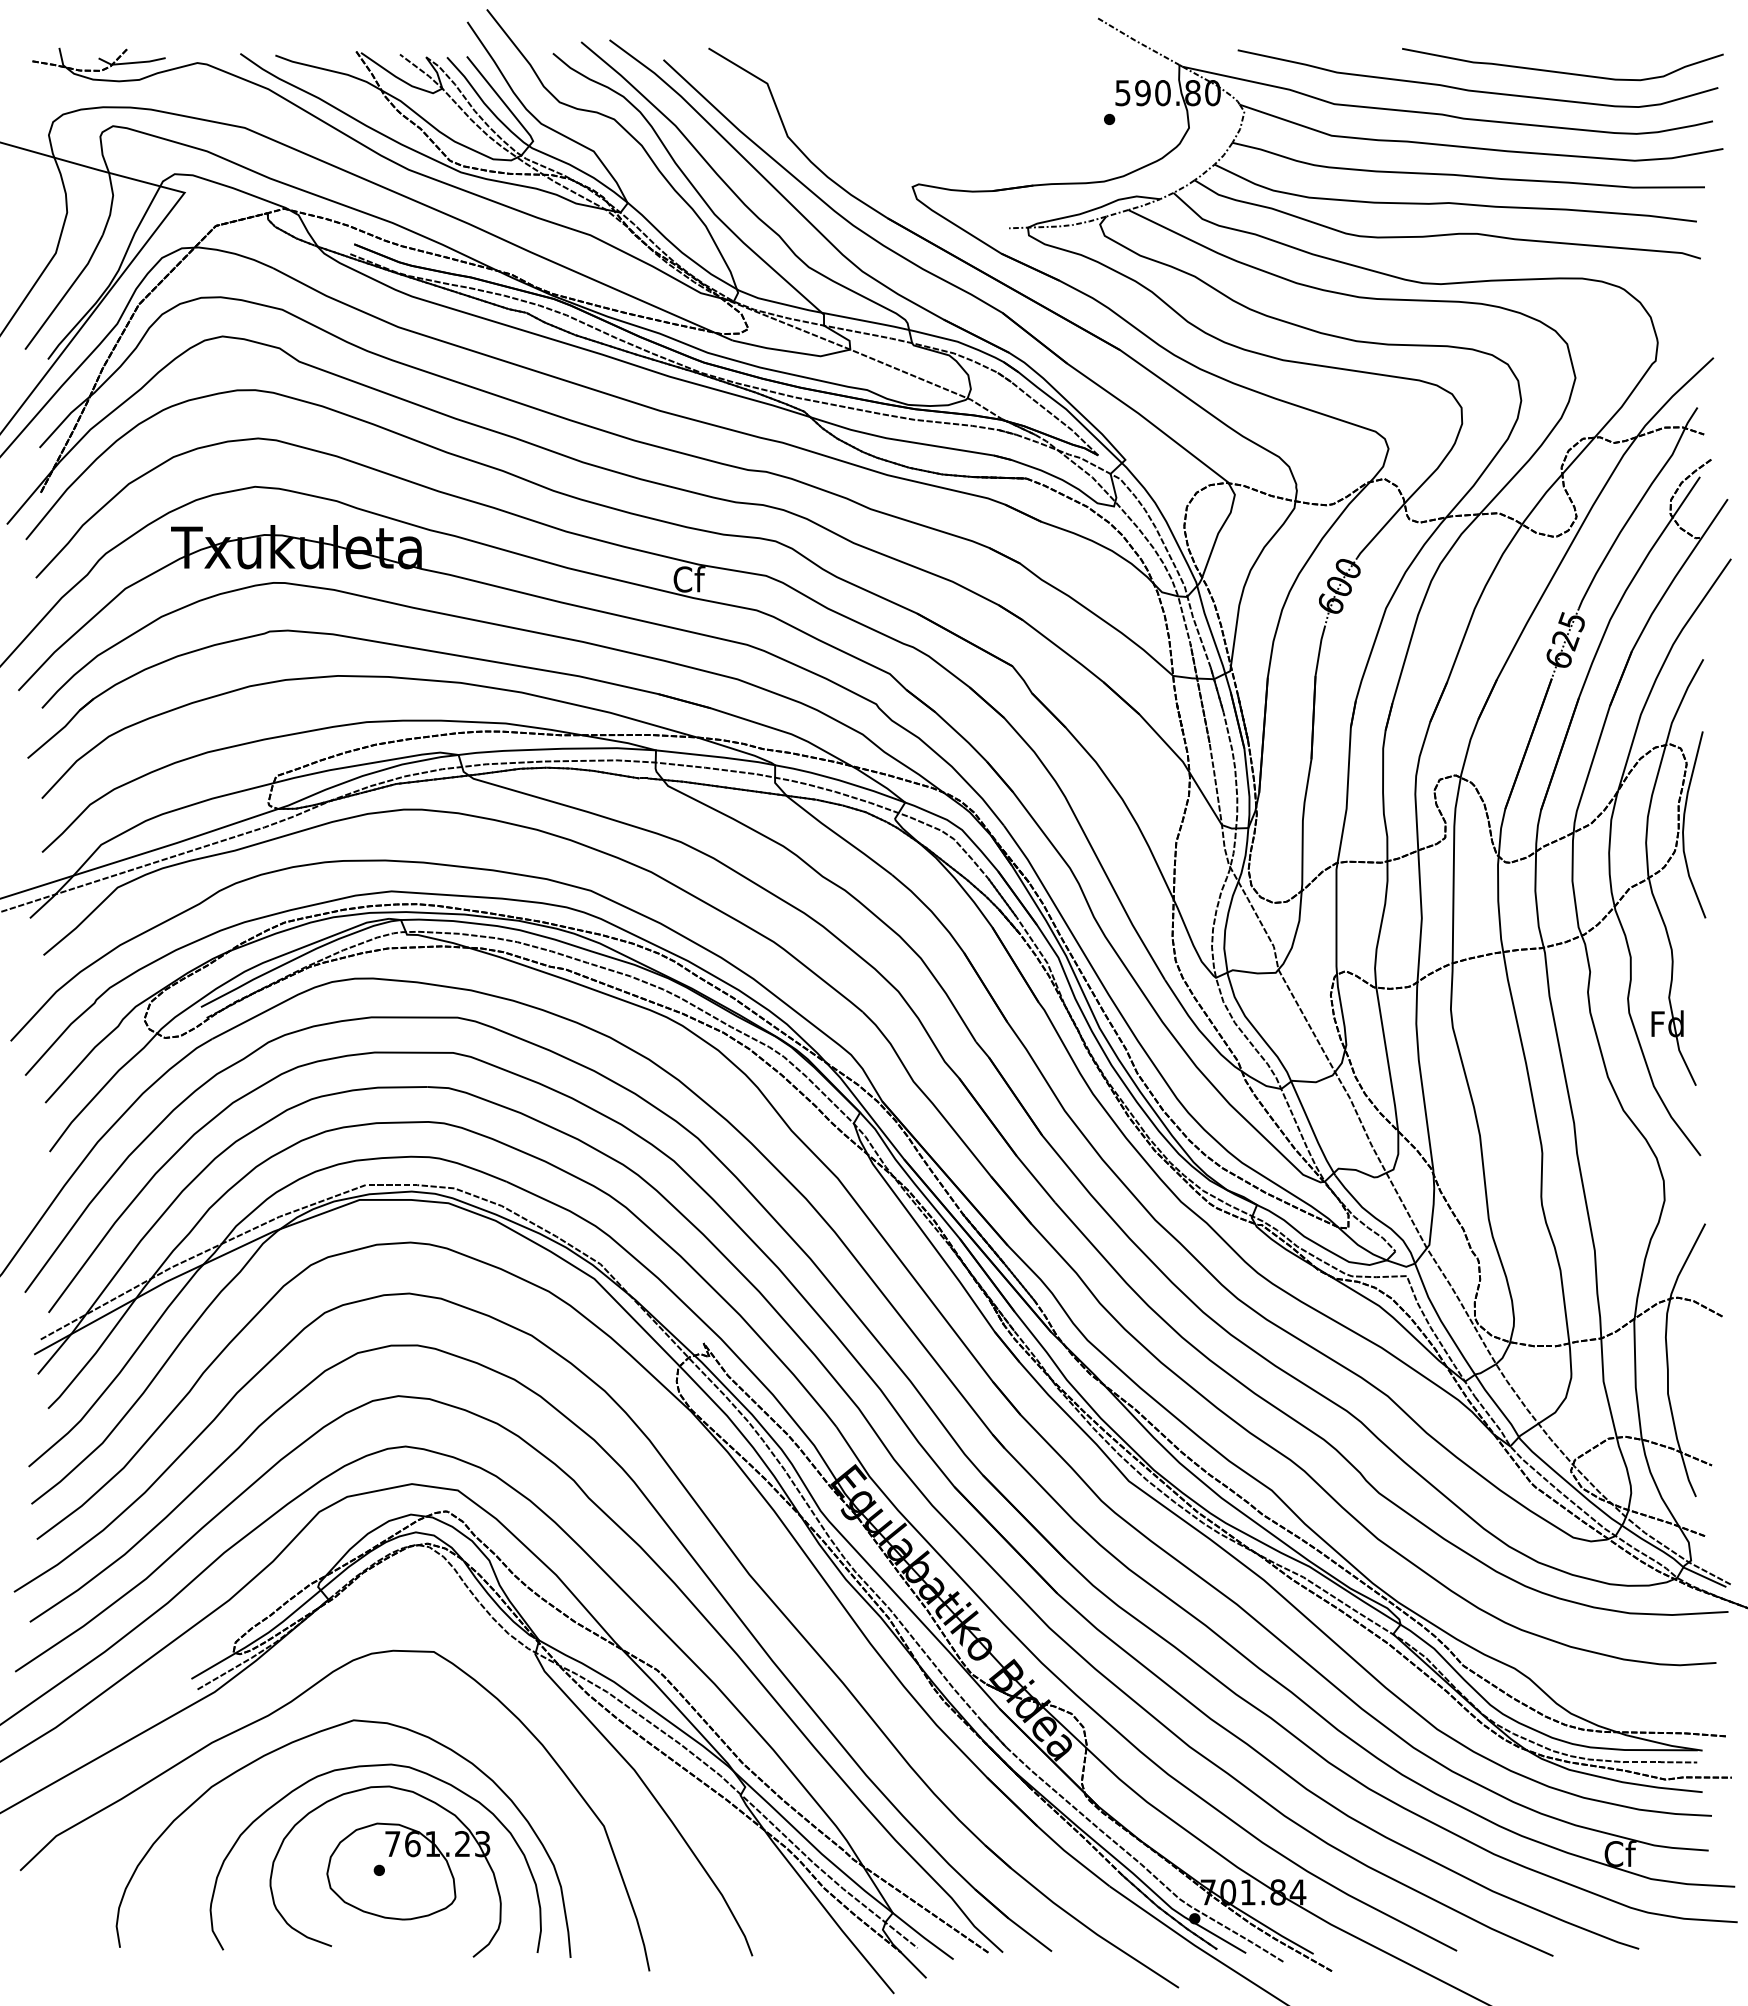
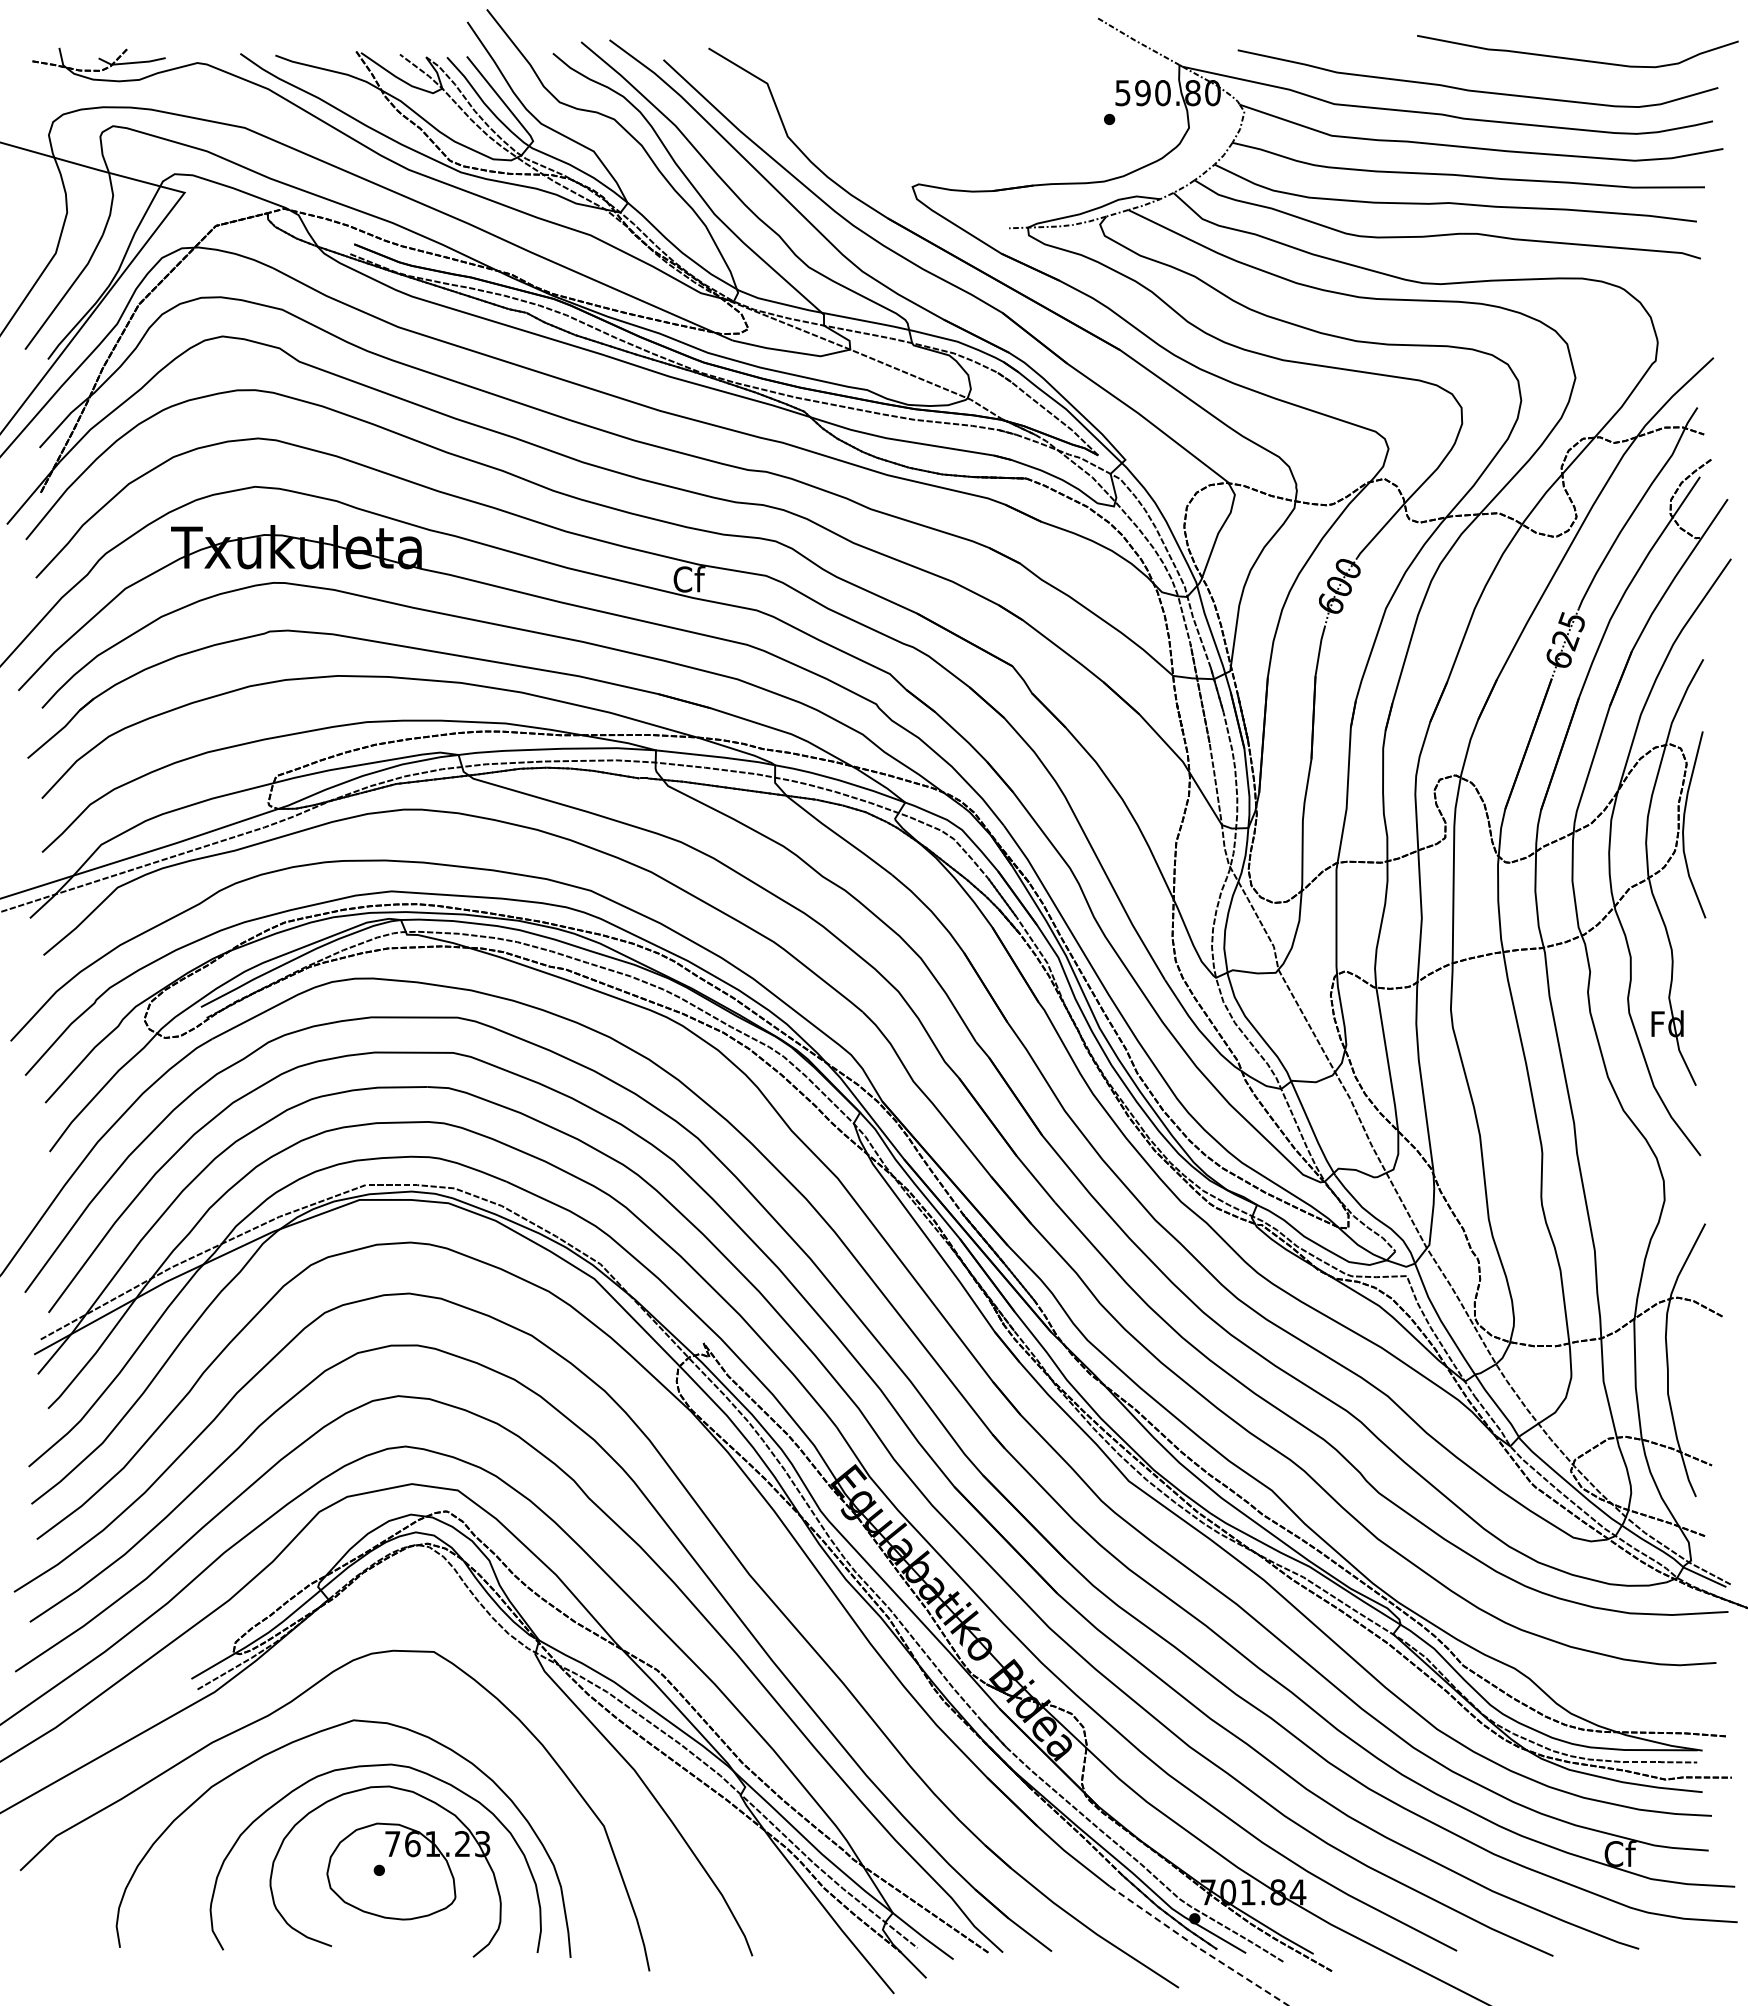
curve at (1562, 71) position: (1562, 71) -> (1577, 58)
line at (1198, 1947): solid -> dashed
